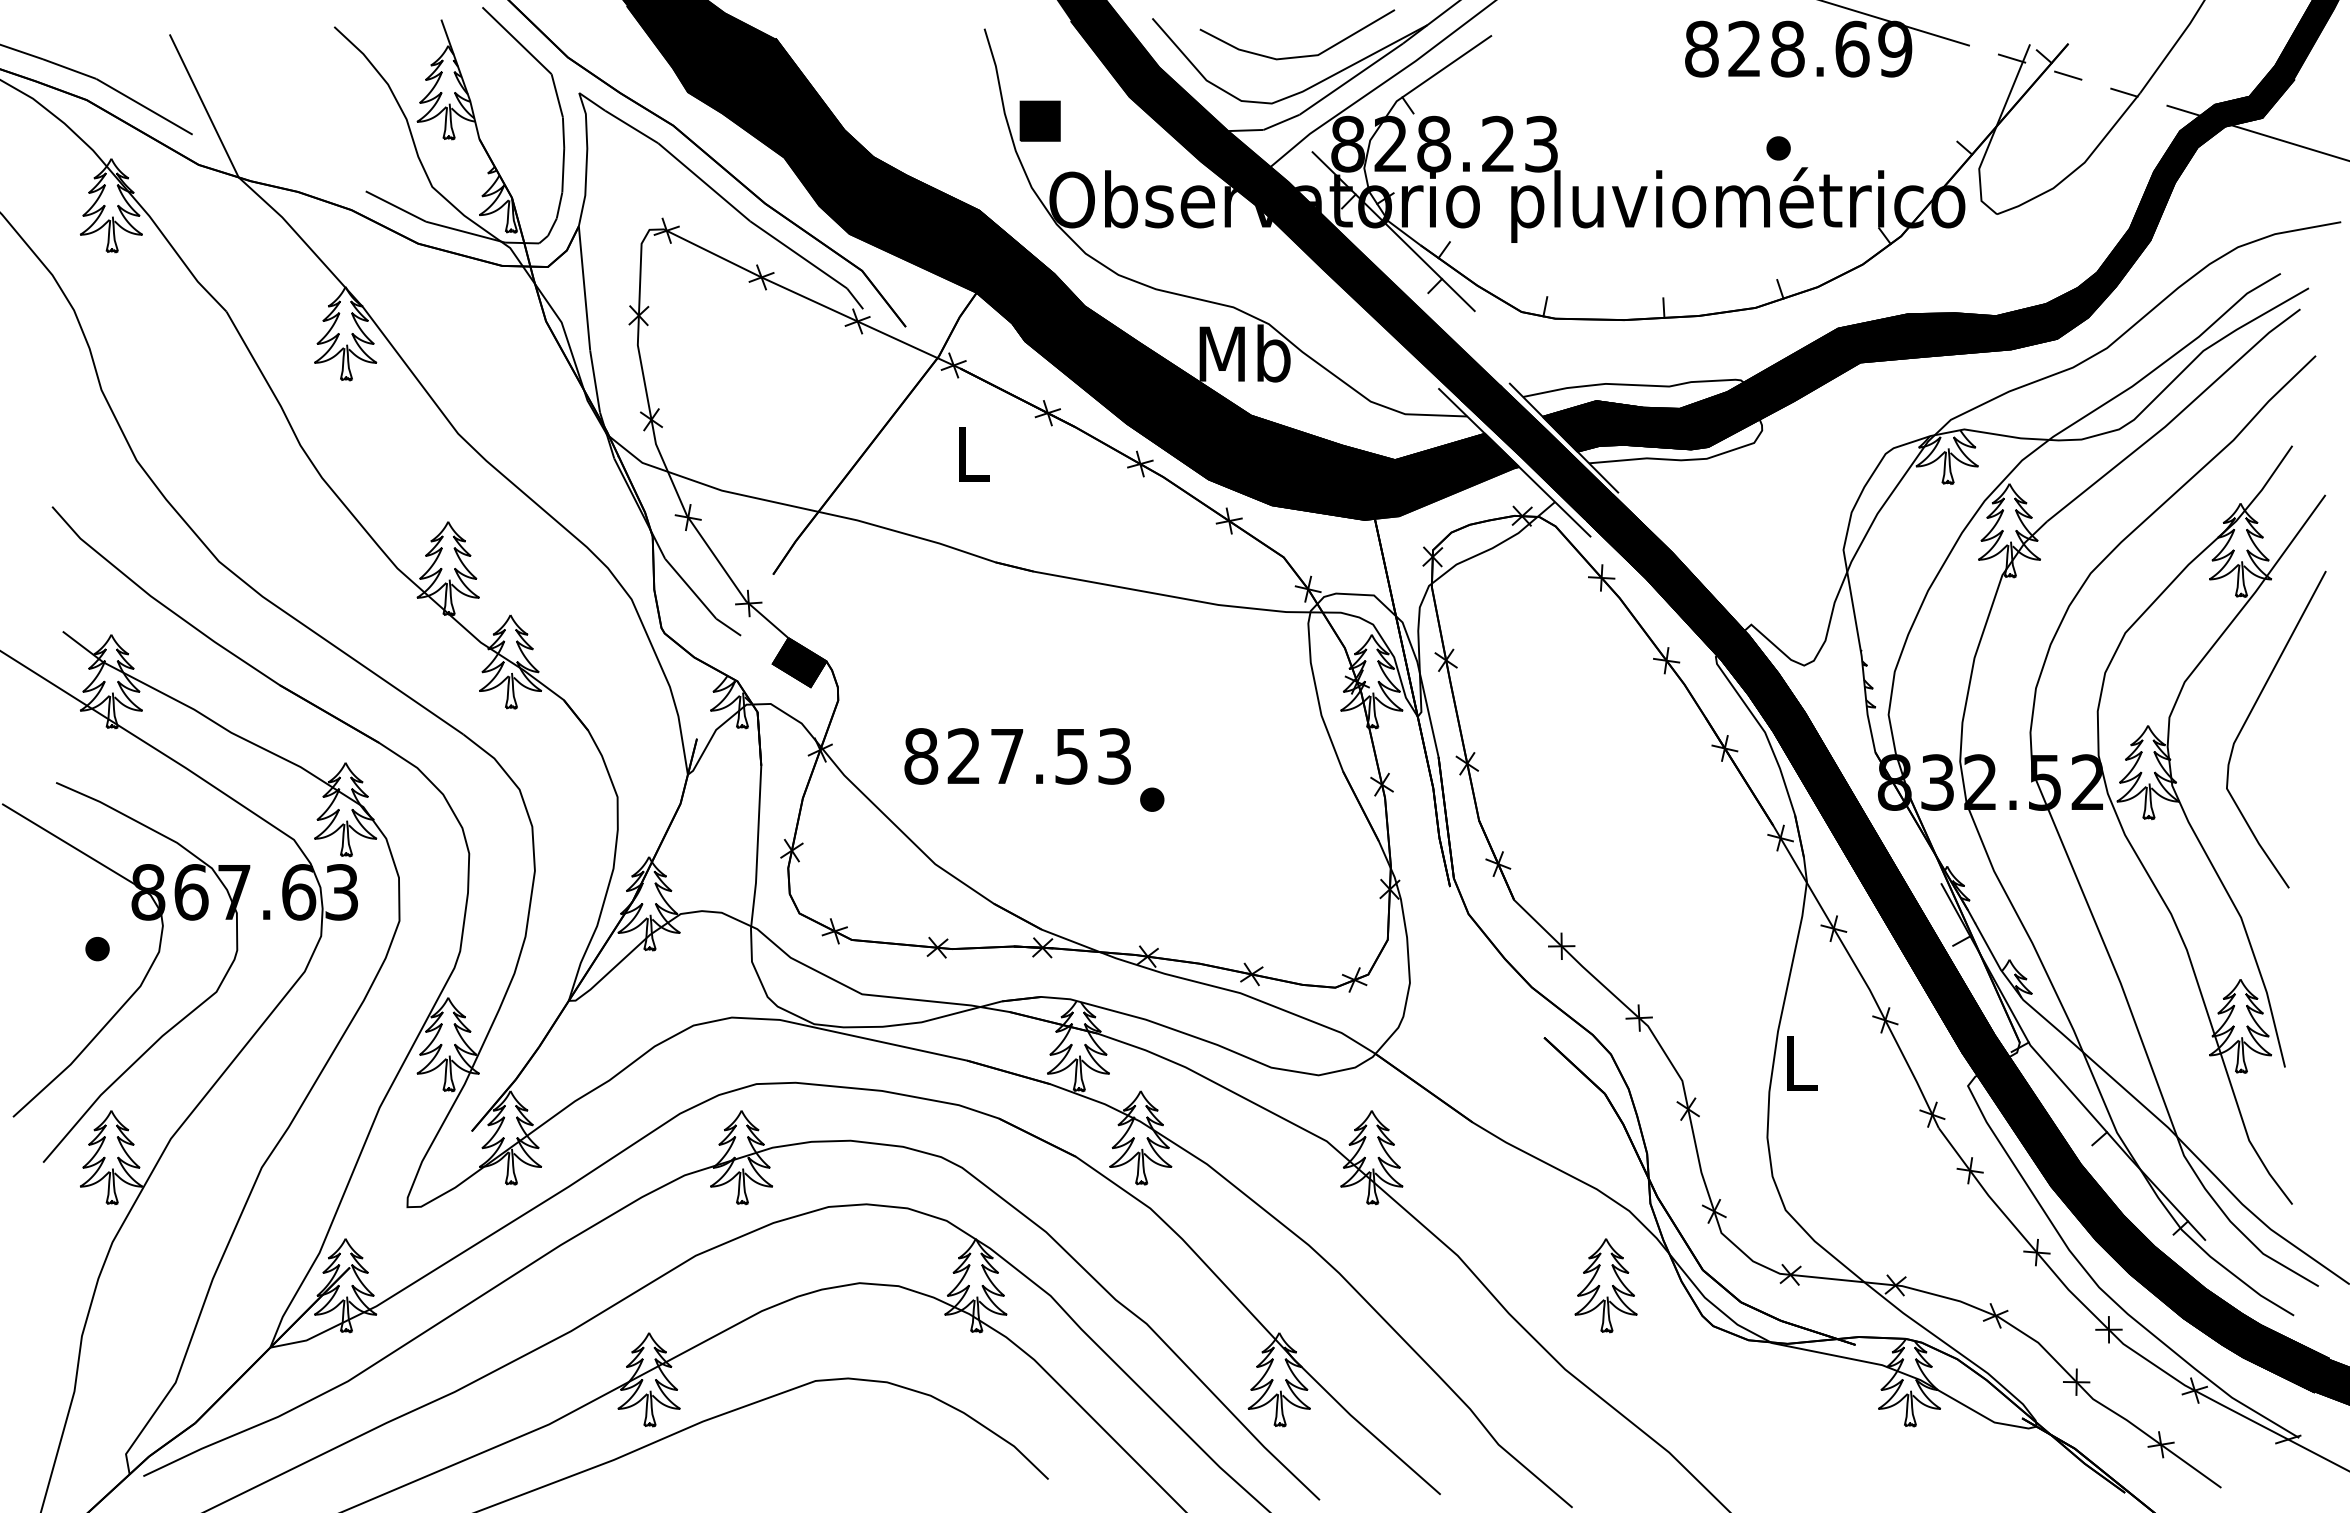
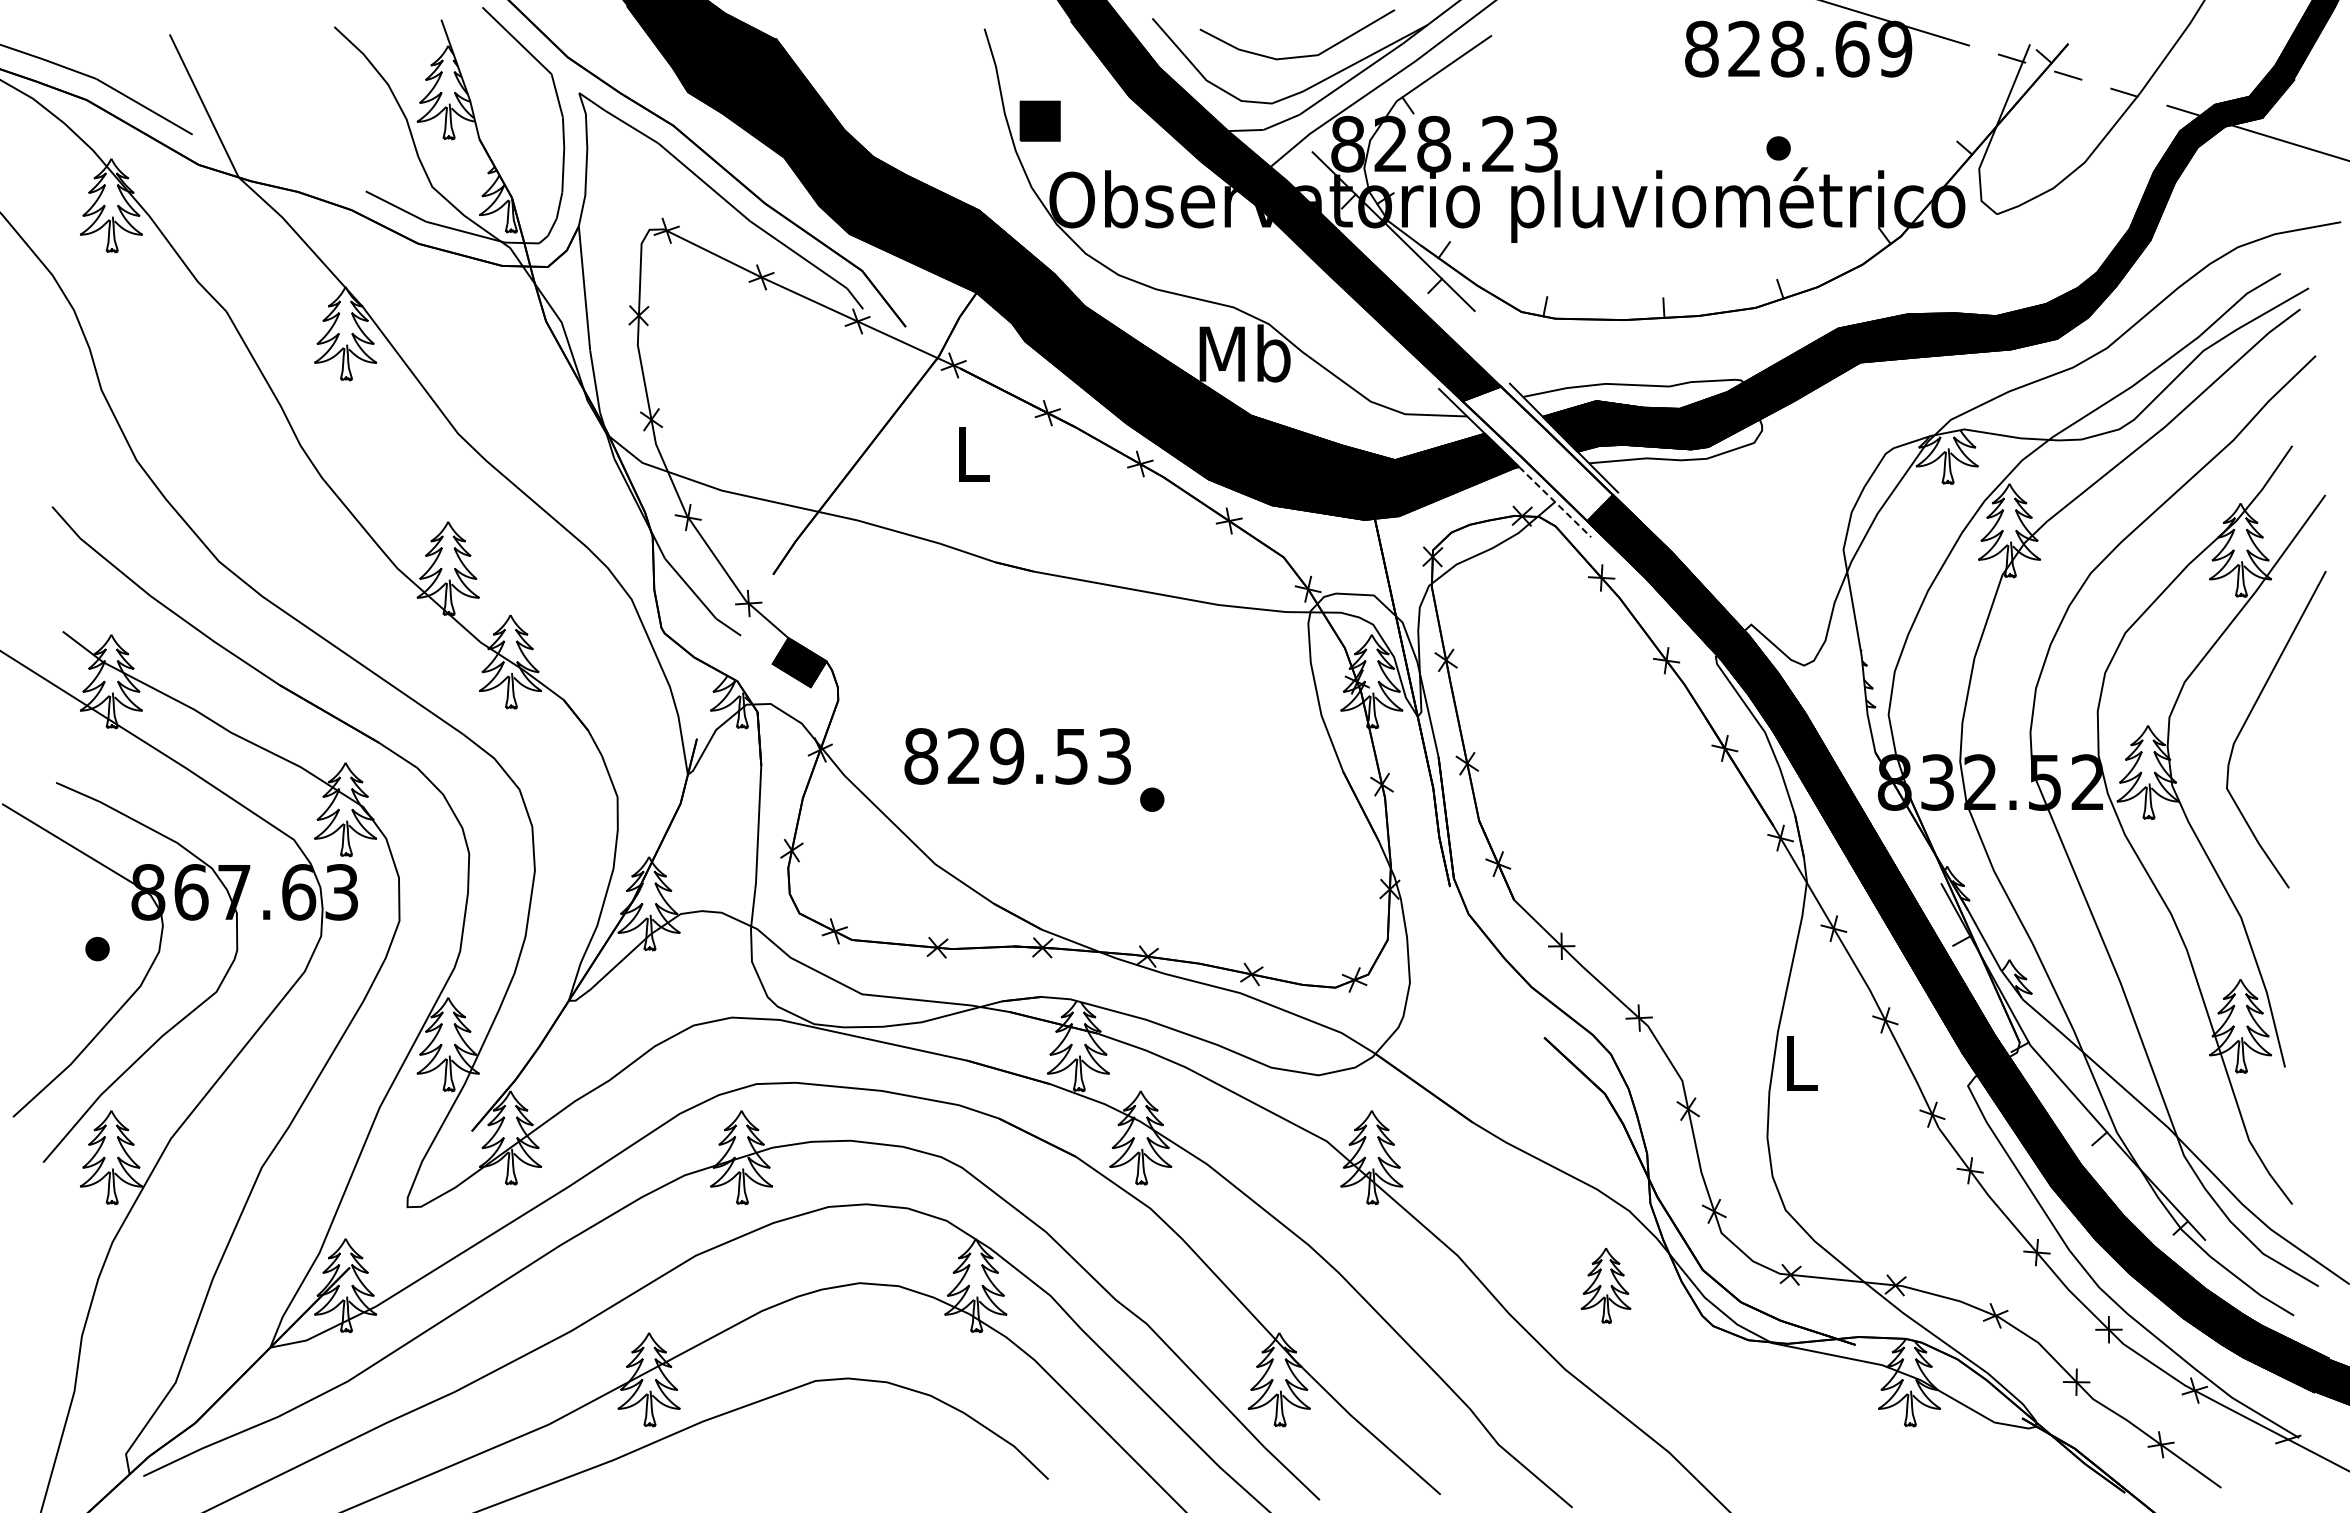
fill at (1537, 453): present -> none
line at (1555, 502): solid -> dashed
text at (1007, 756): 827.53 -> 829.53
part at (1605, 1285) size: 64x96 px -> 52x76 px
